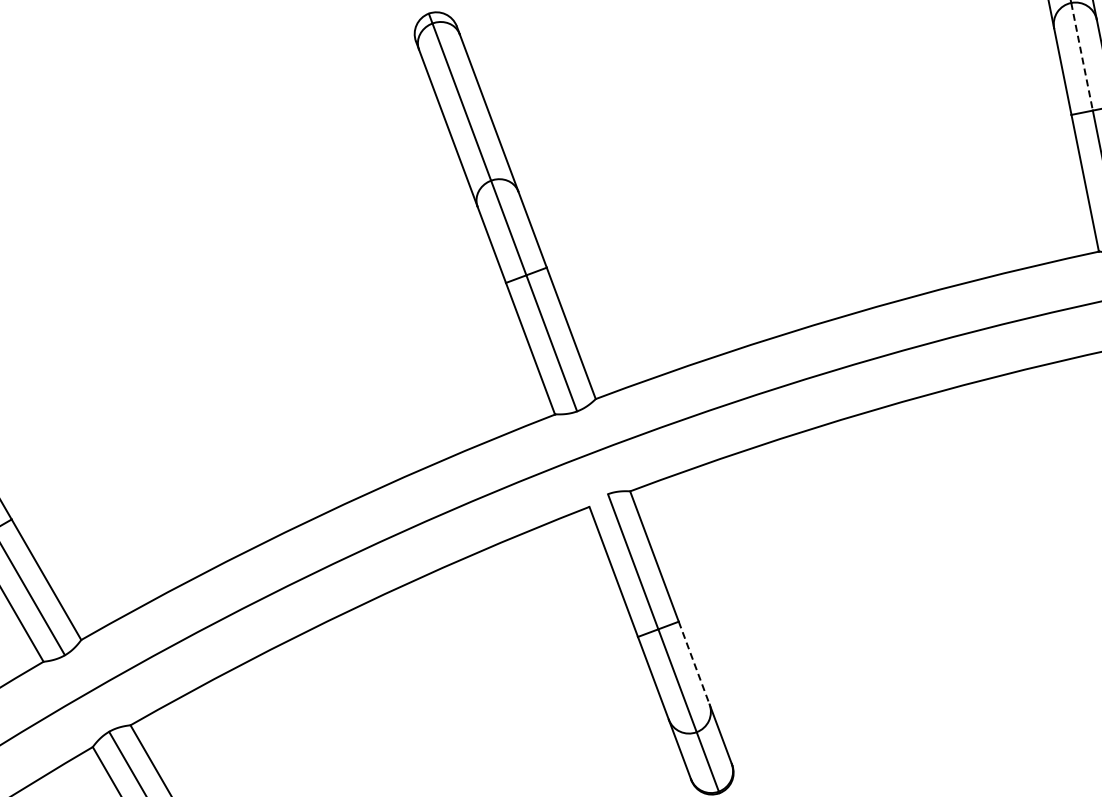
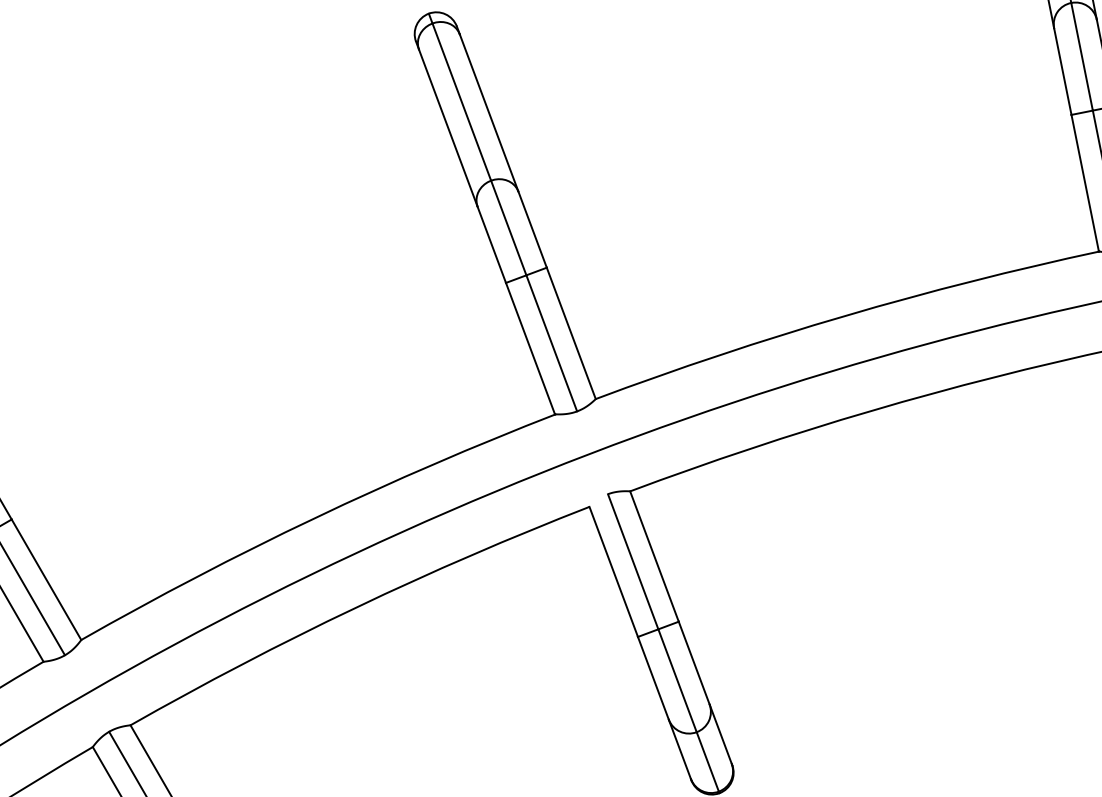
line at (1082, 56): dashed -> solid
line at (694, 663): dashed -> solid
